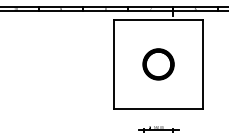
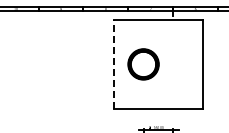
line at (113, 64): solid -> dashed
part at (158, 64) position: (158, 64) -> (143, 64)
